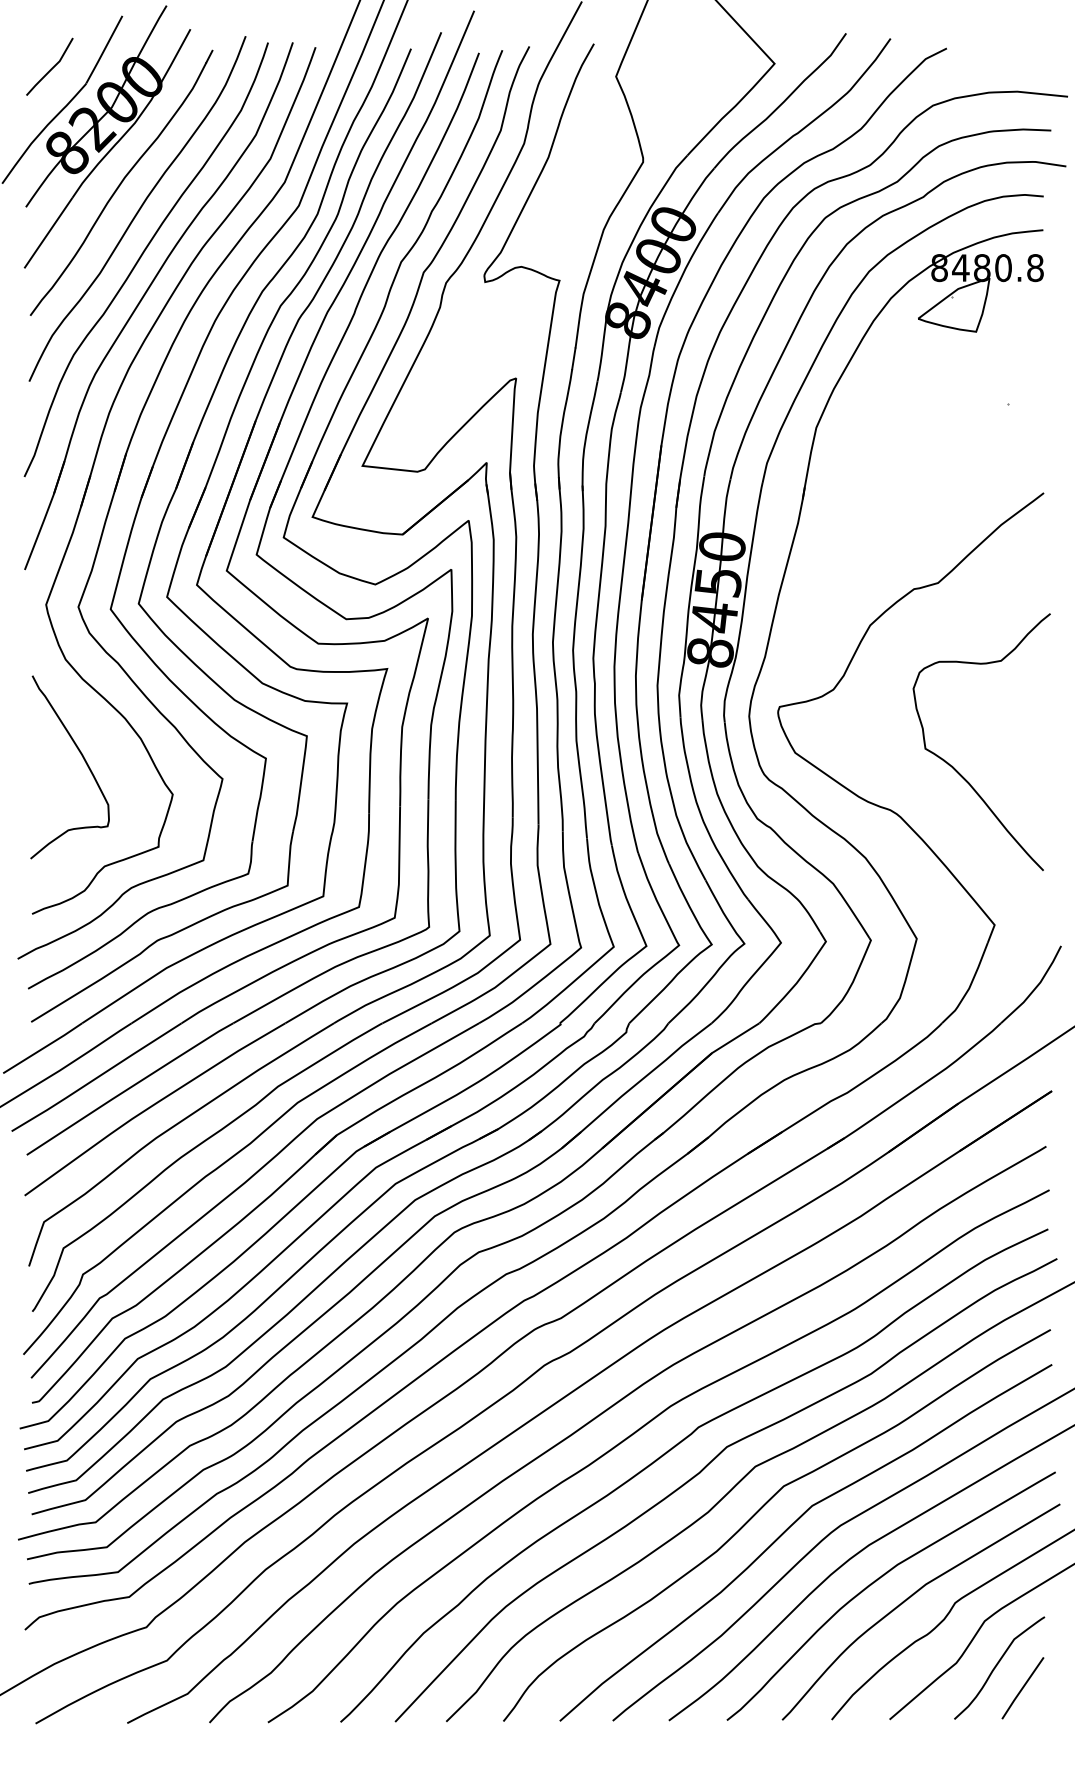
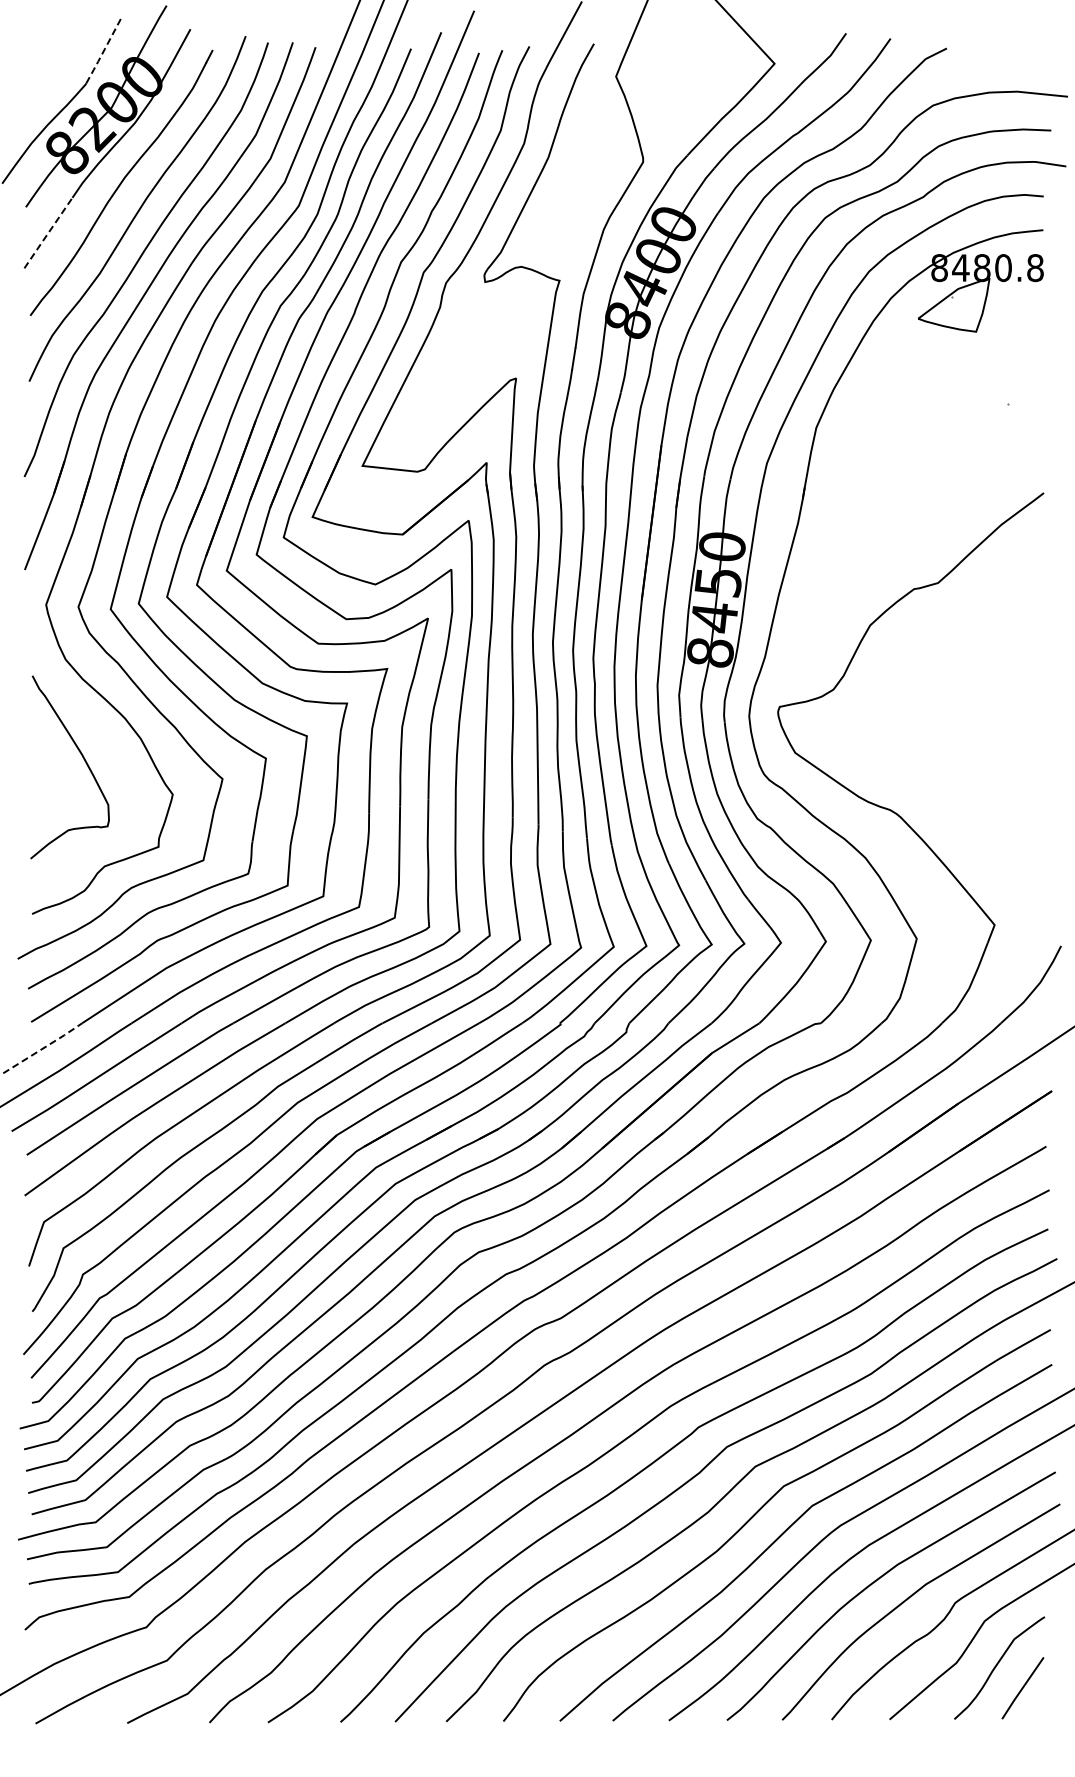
line at (103, 51): solid -> dashed
curve at (51, 67): present -> none
line at (47, 233): solid -> dashed
curve at (954, 767): present -> none
line at (43, 1048): solid -> dashed
